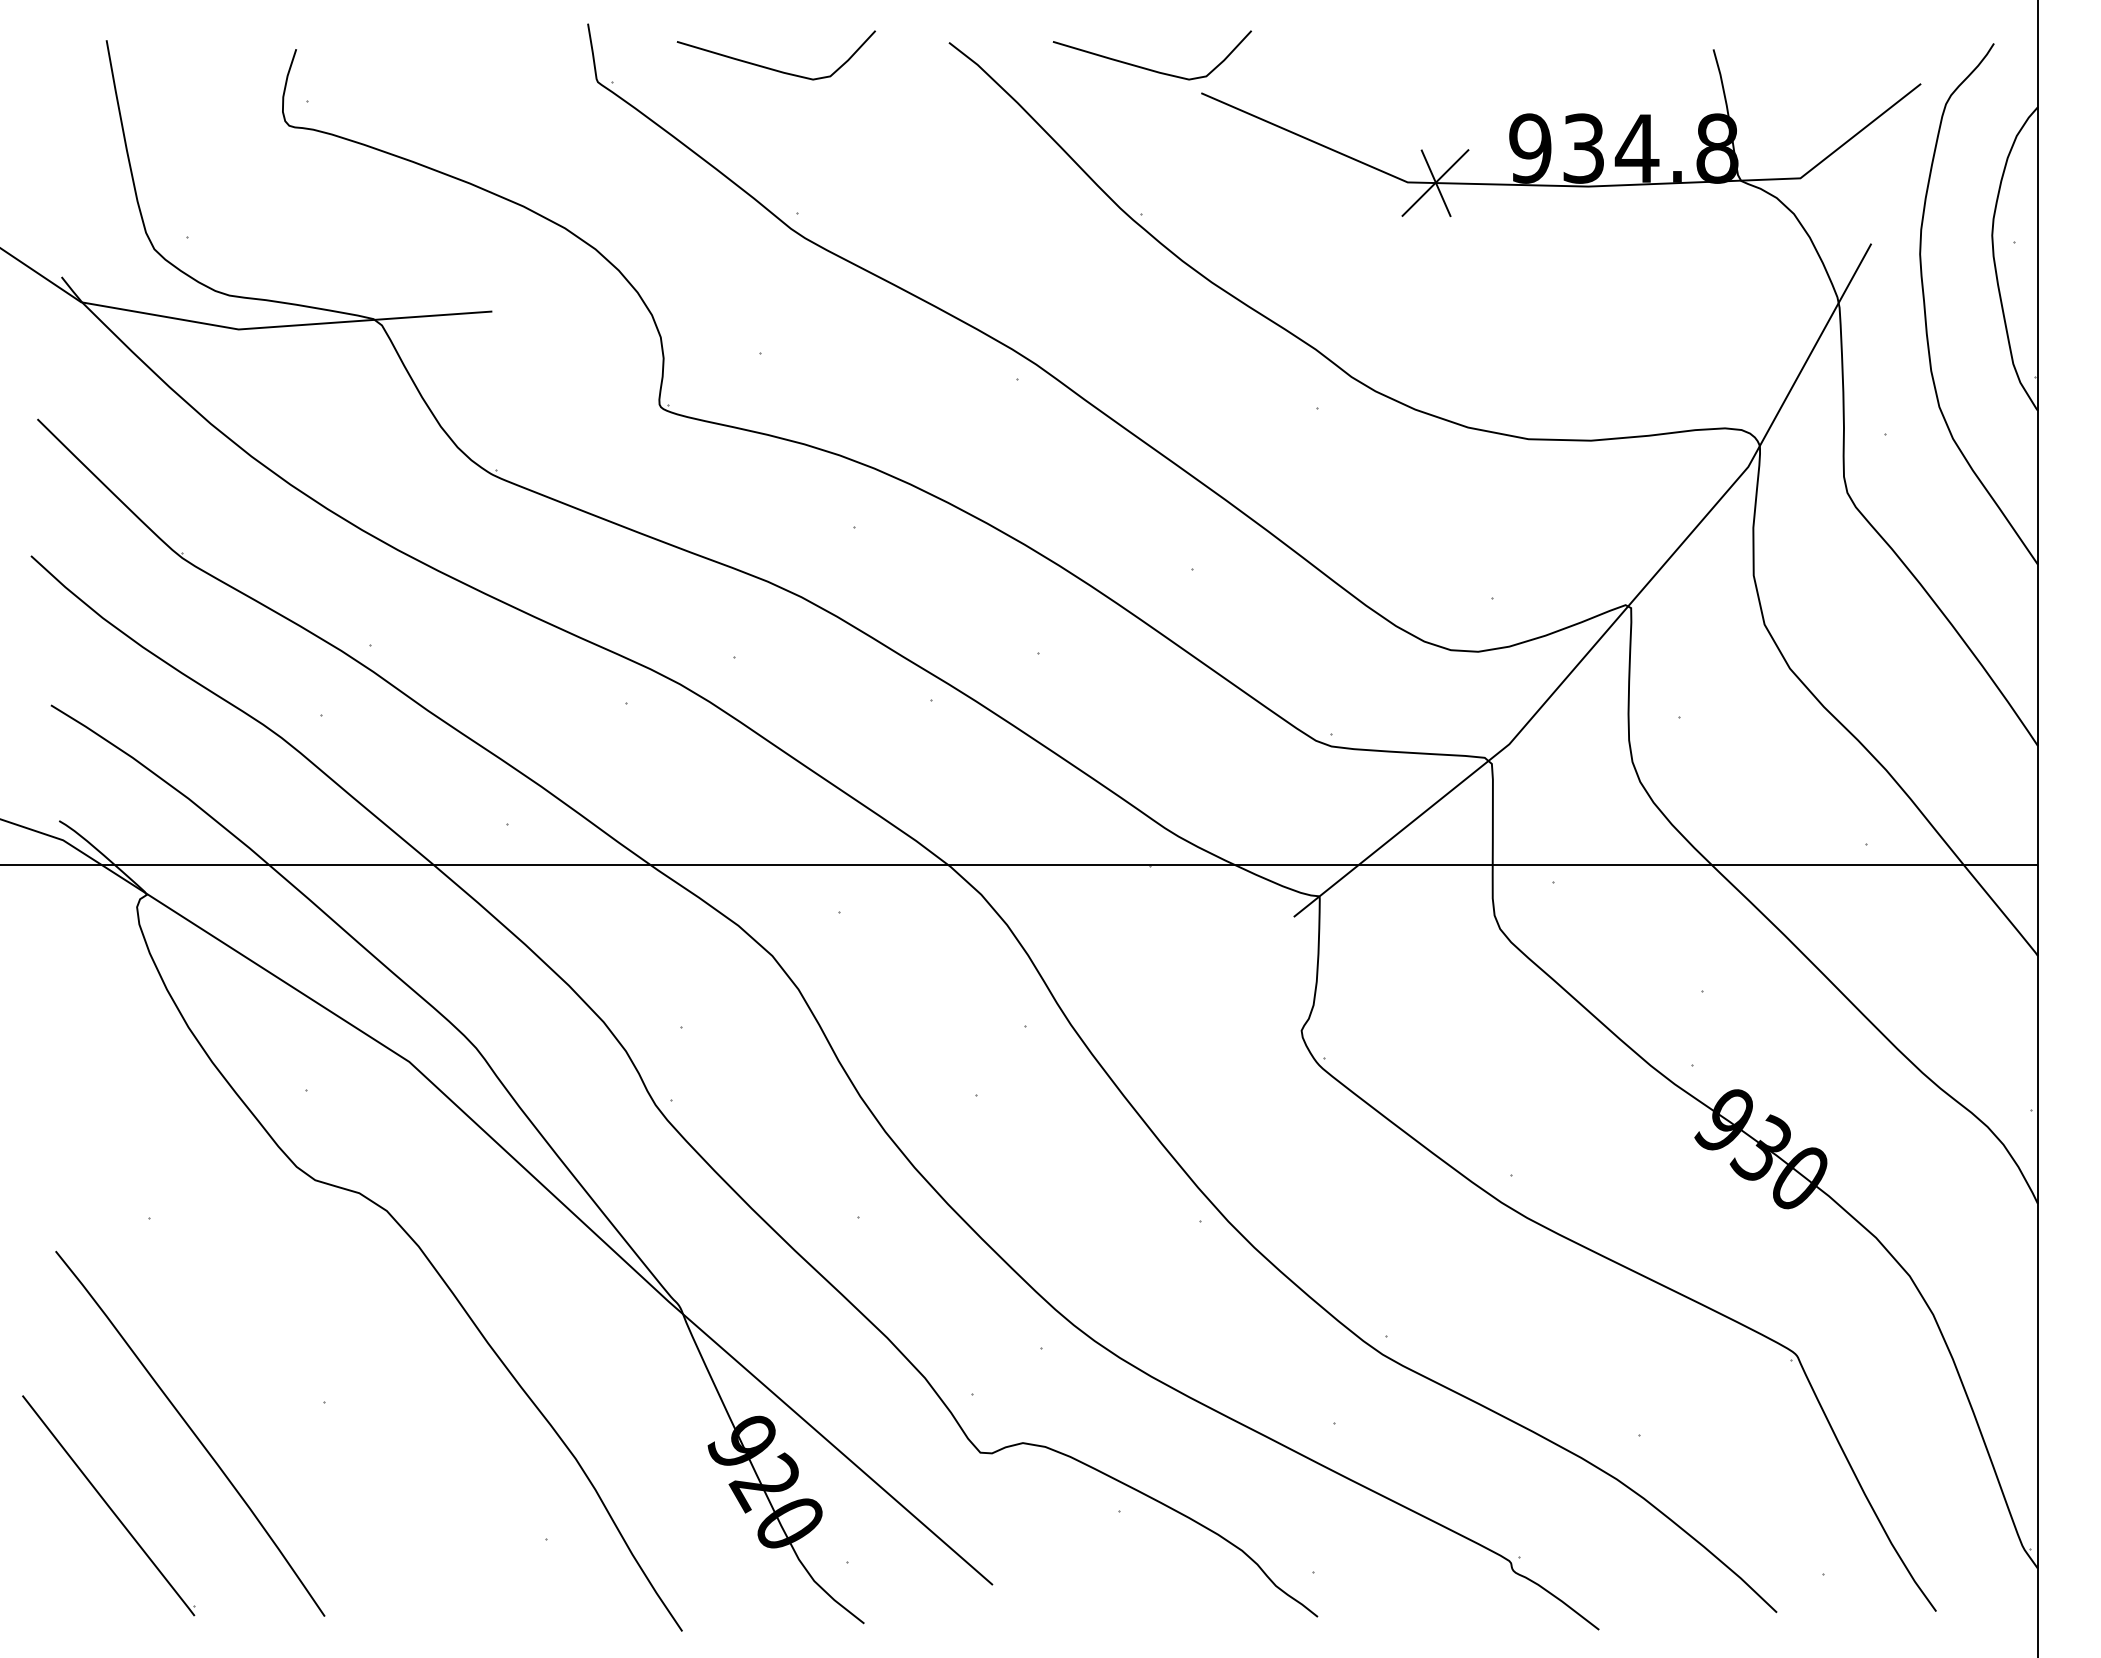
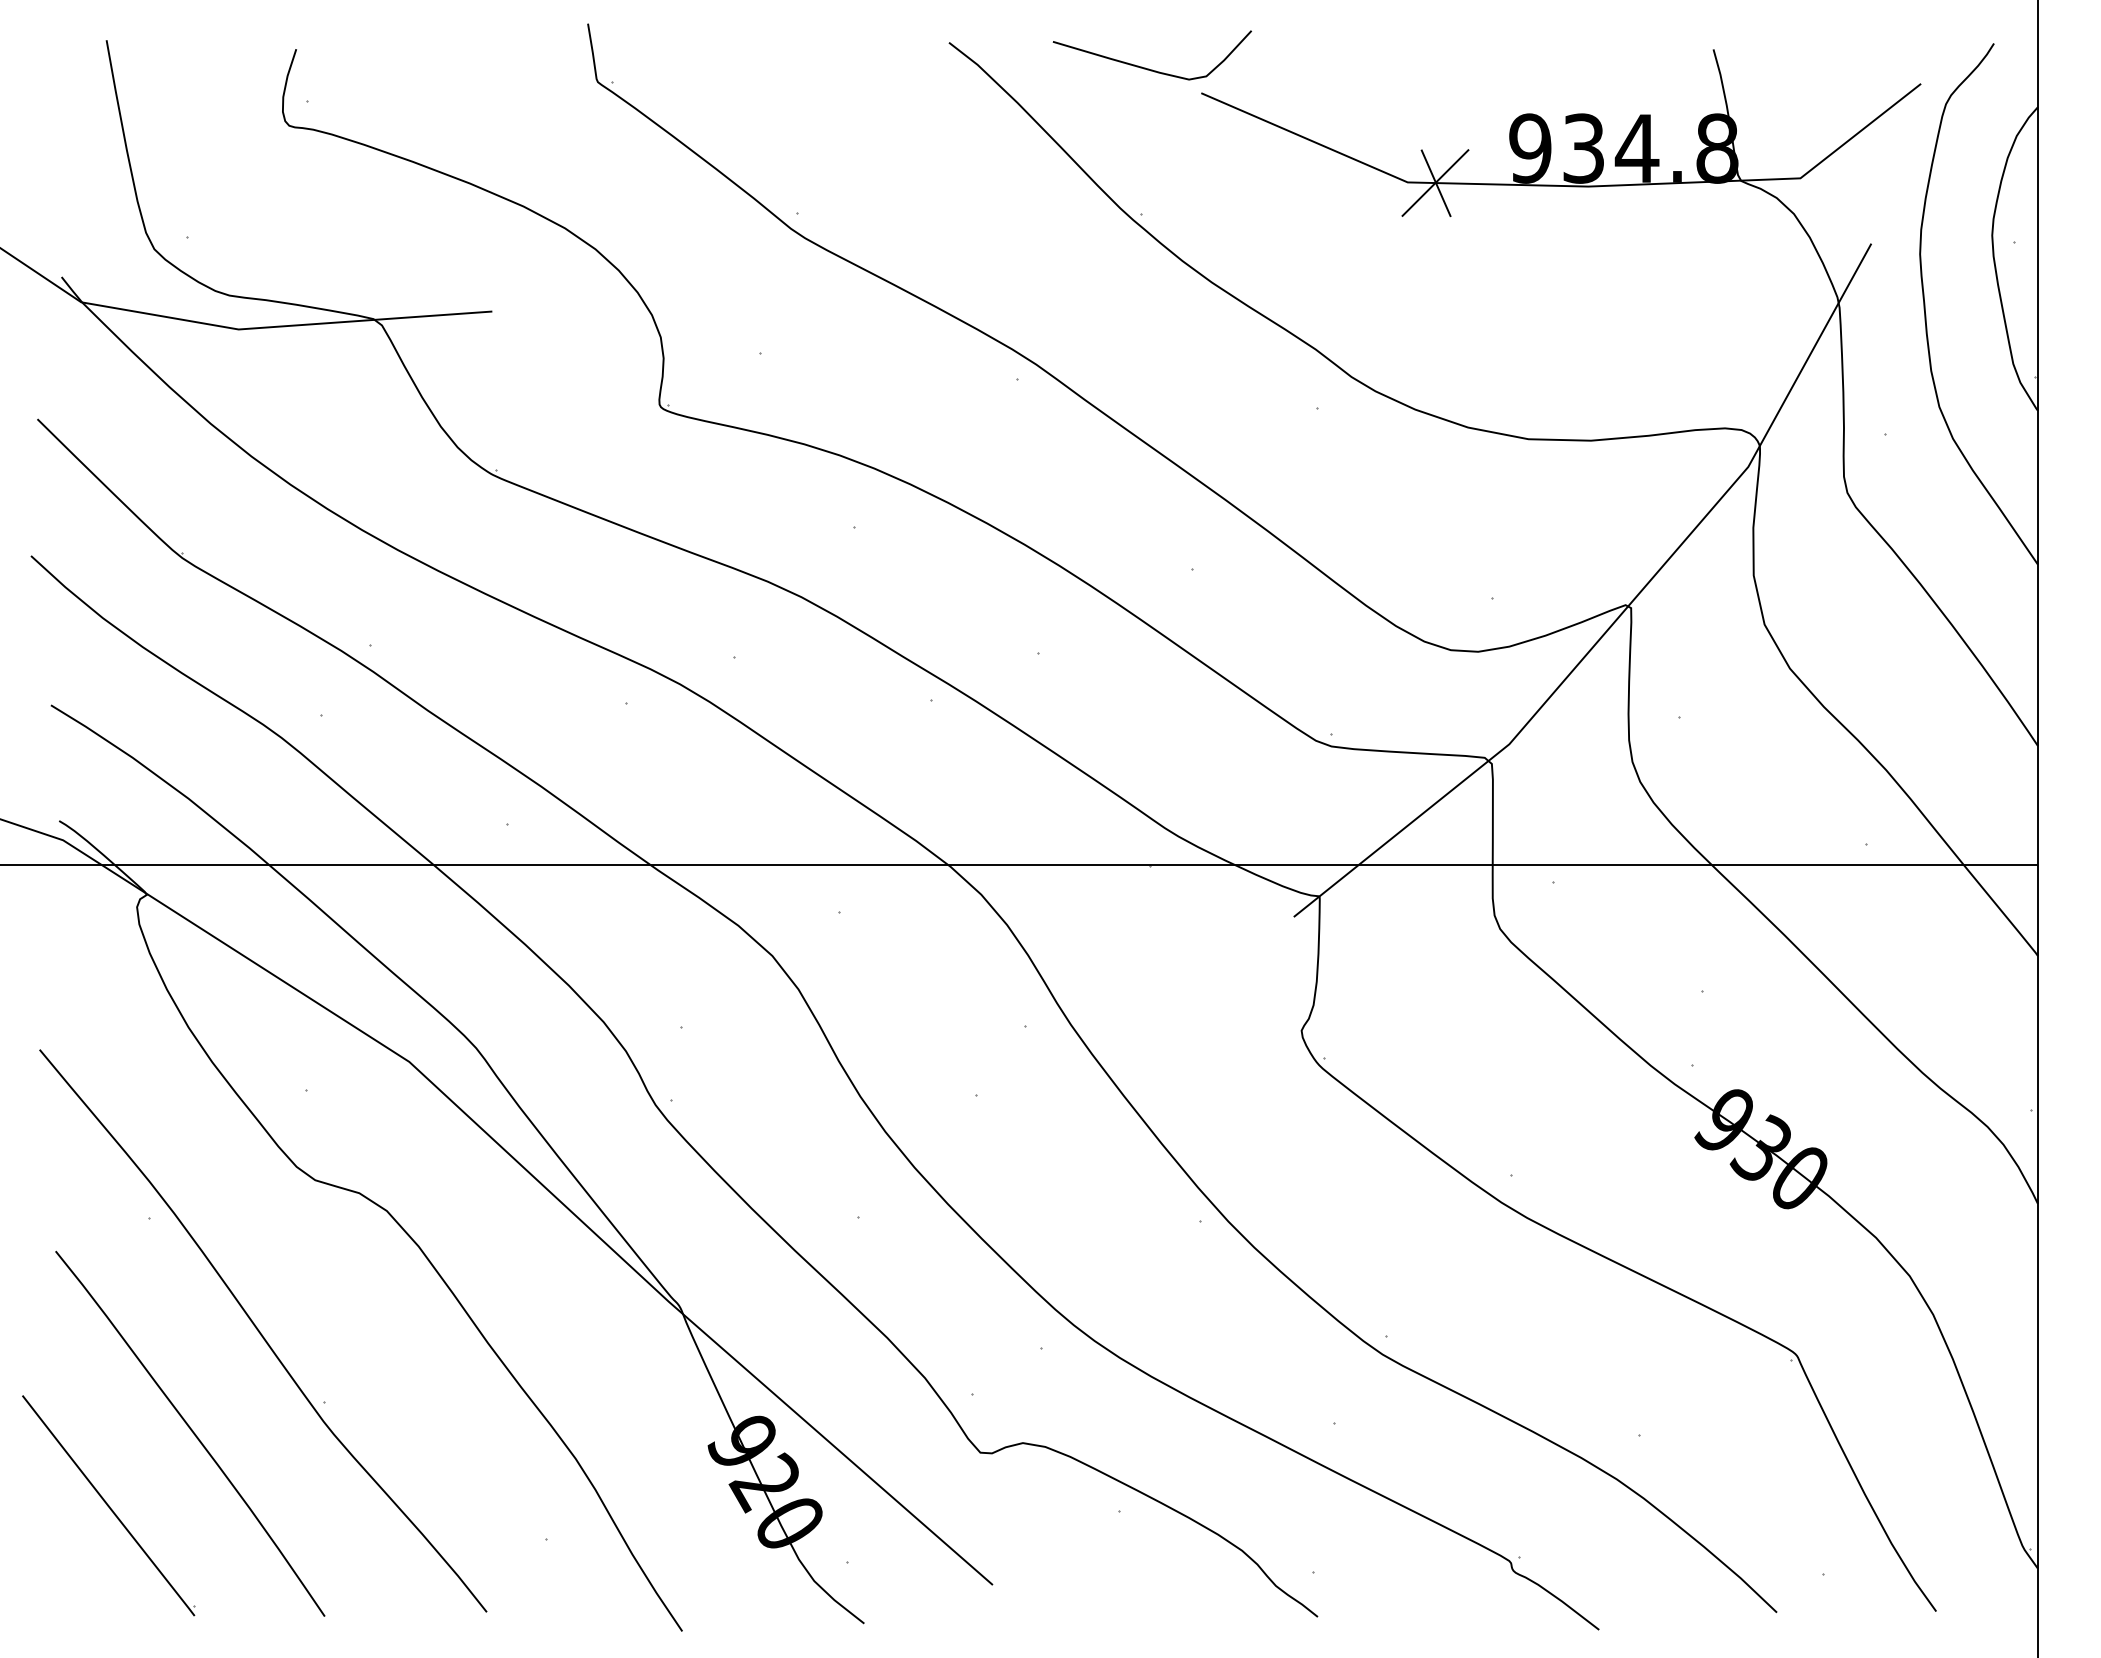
curve at (773, 68): present -> none
curve at (260, 1331): none -> present
